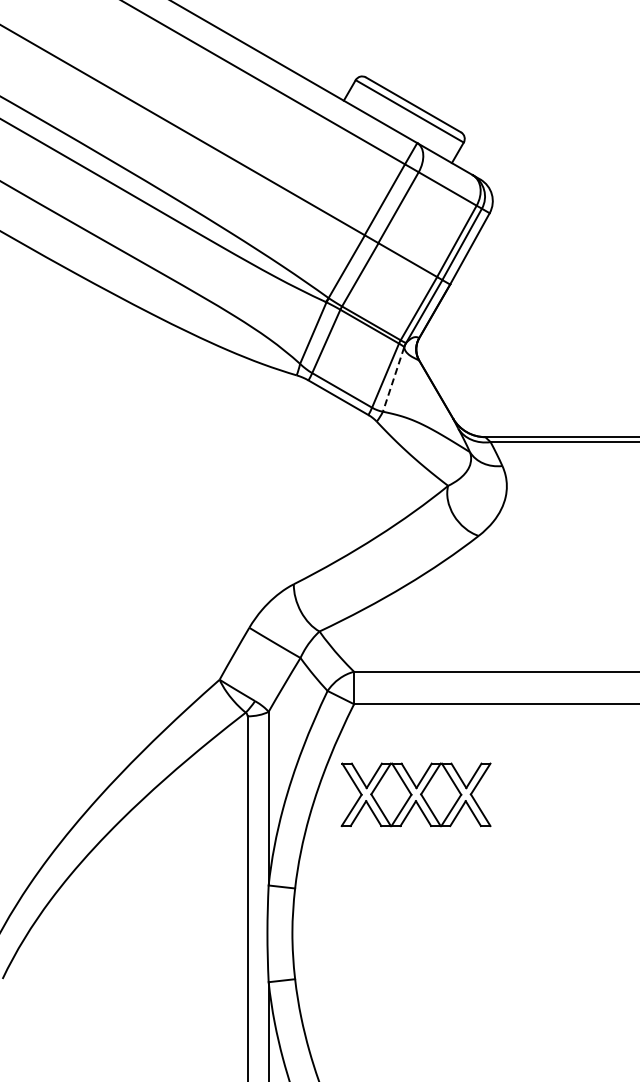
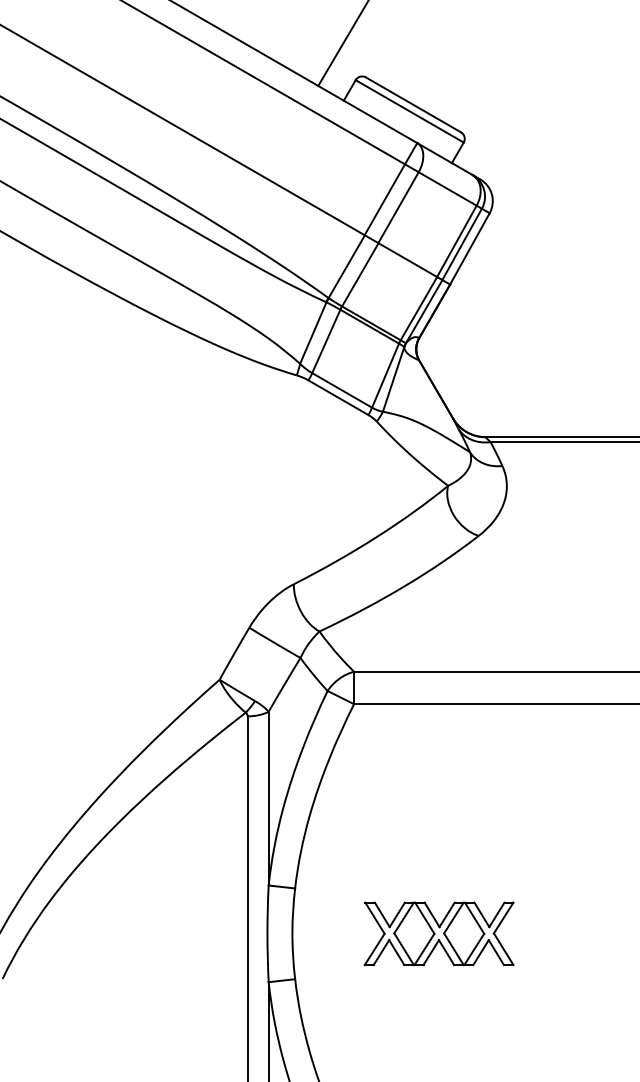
line at (342, 43): none -> present
line at (393, 379): dashed -> solid
part at (415, 794) position: (415, 794) -> (438, 933)
